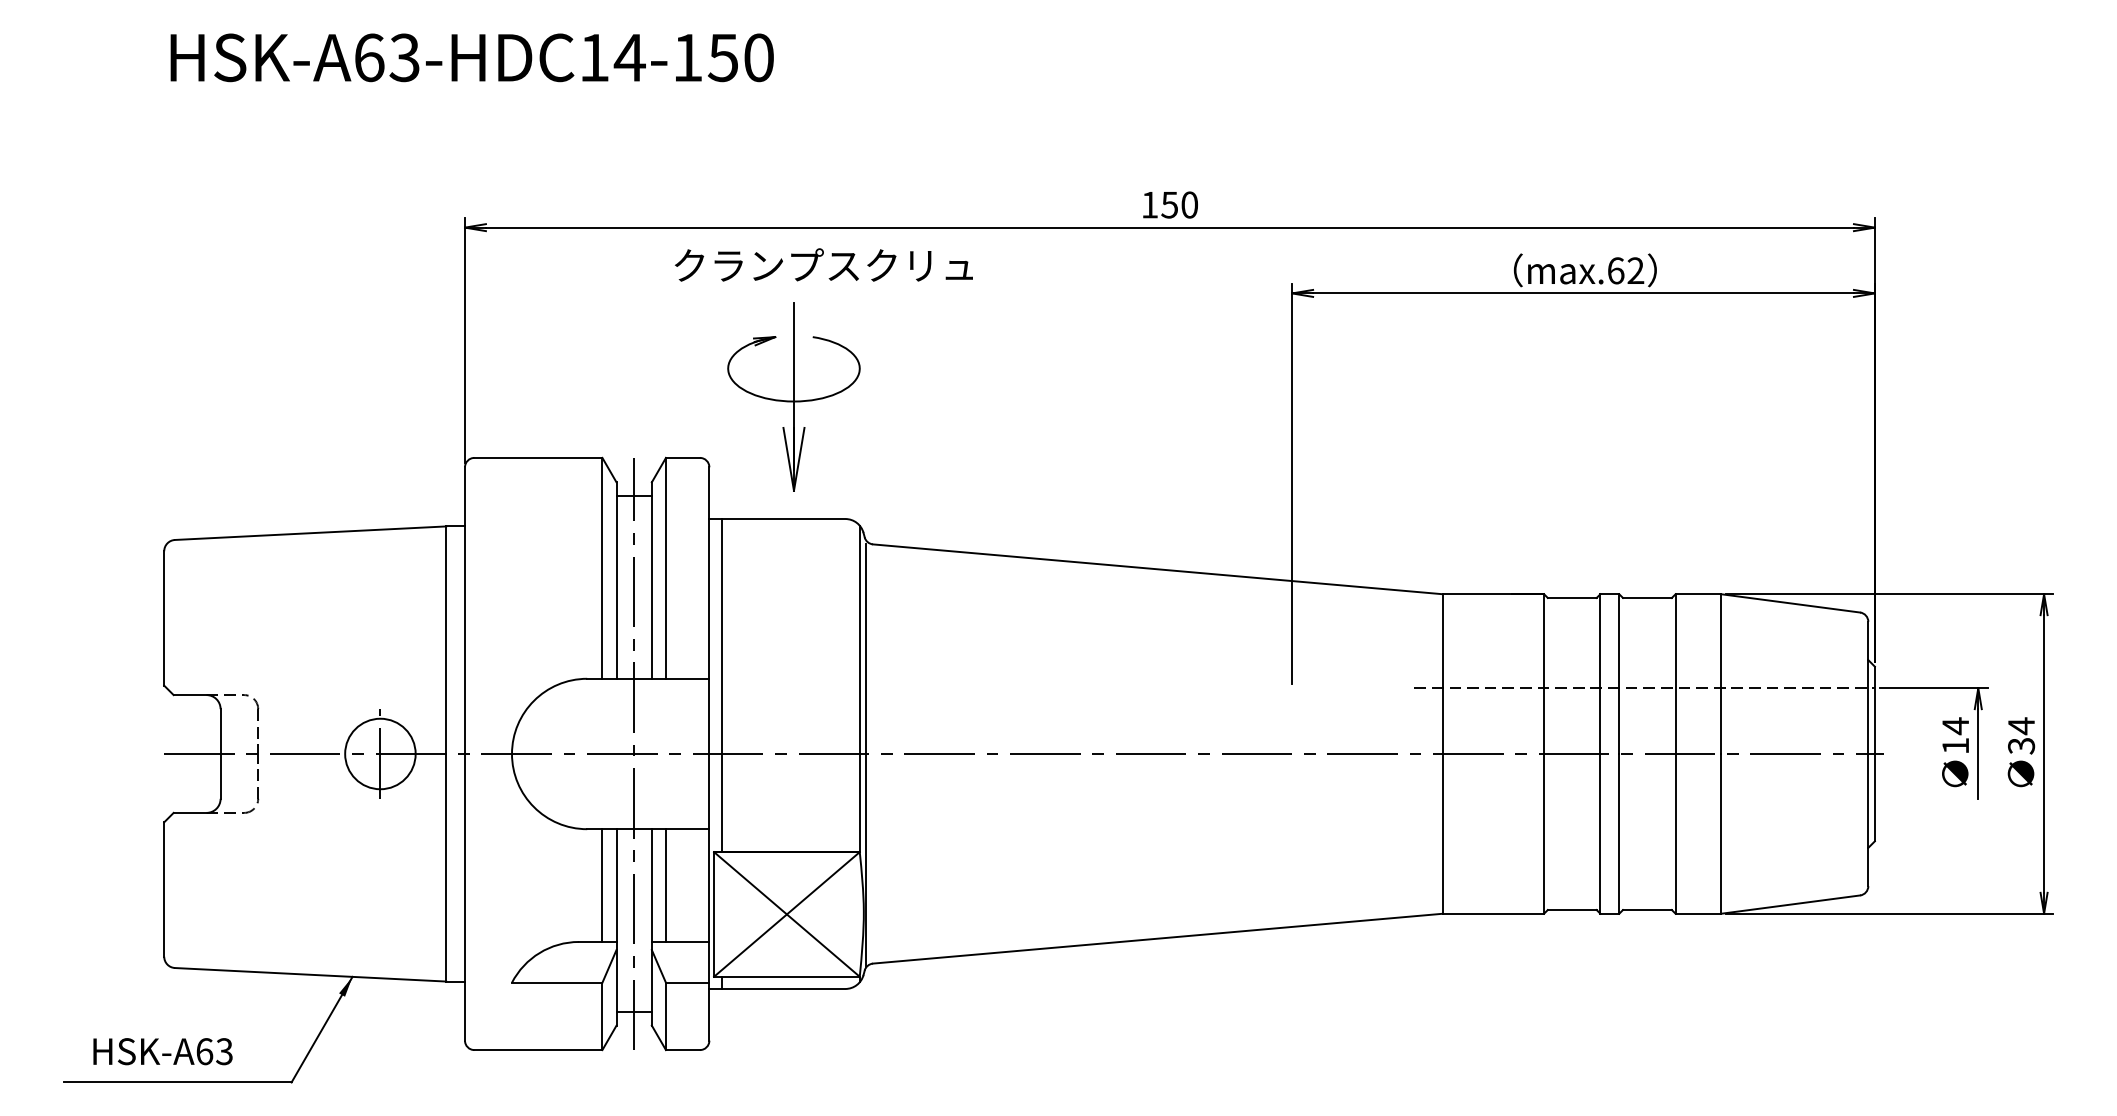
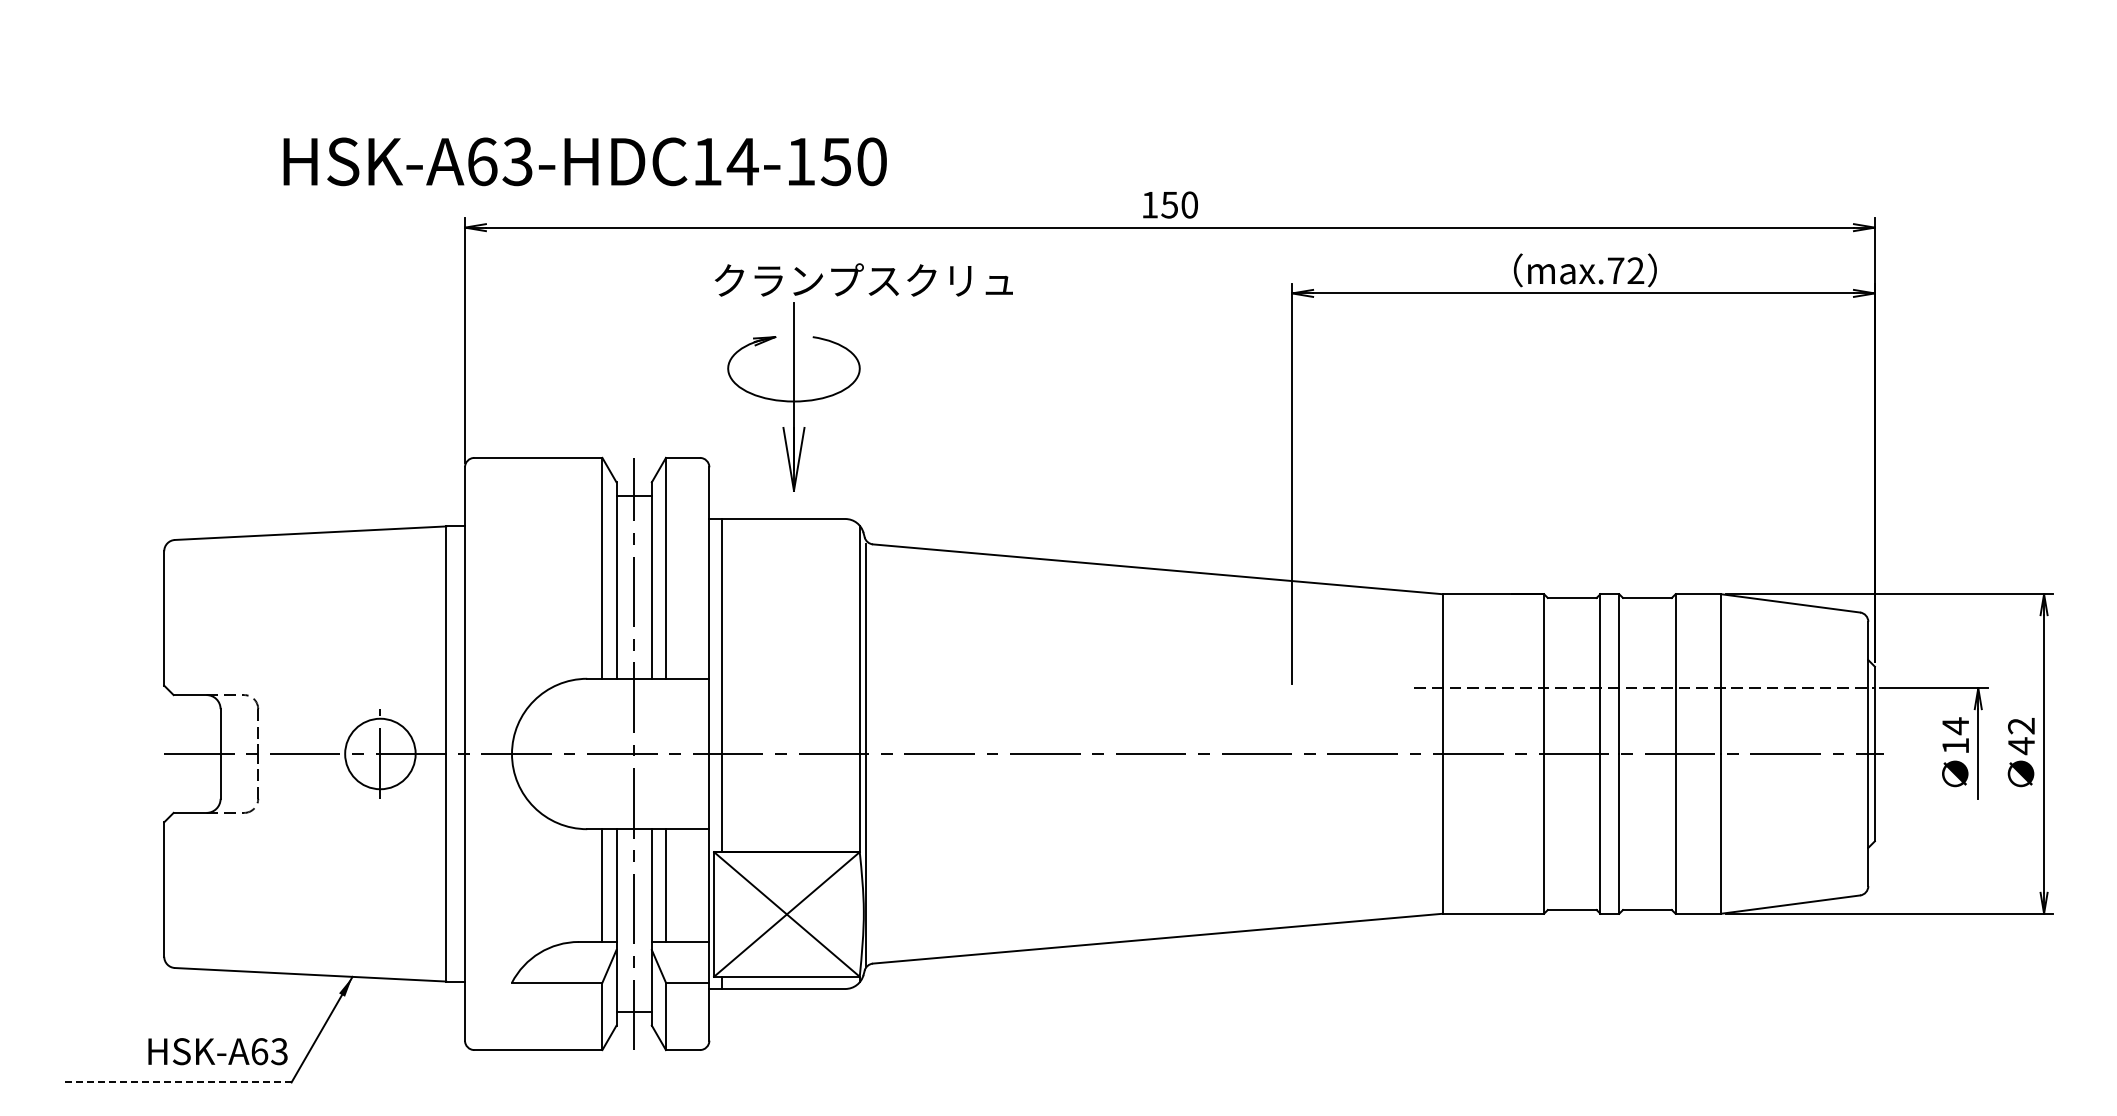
text at (471, 57) position: (471, 57) -> (584, 161)
text at (823, 264) position: (823, 264) -> (863, 279)
text at (1616, 270): max.62 -> max.72
text at (2021, 736): 34 -> 42
text at (162, 1051) position: (162, 1051) -> (217, 1051)
line at (177, 1082): solid -> dashed
